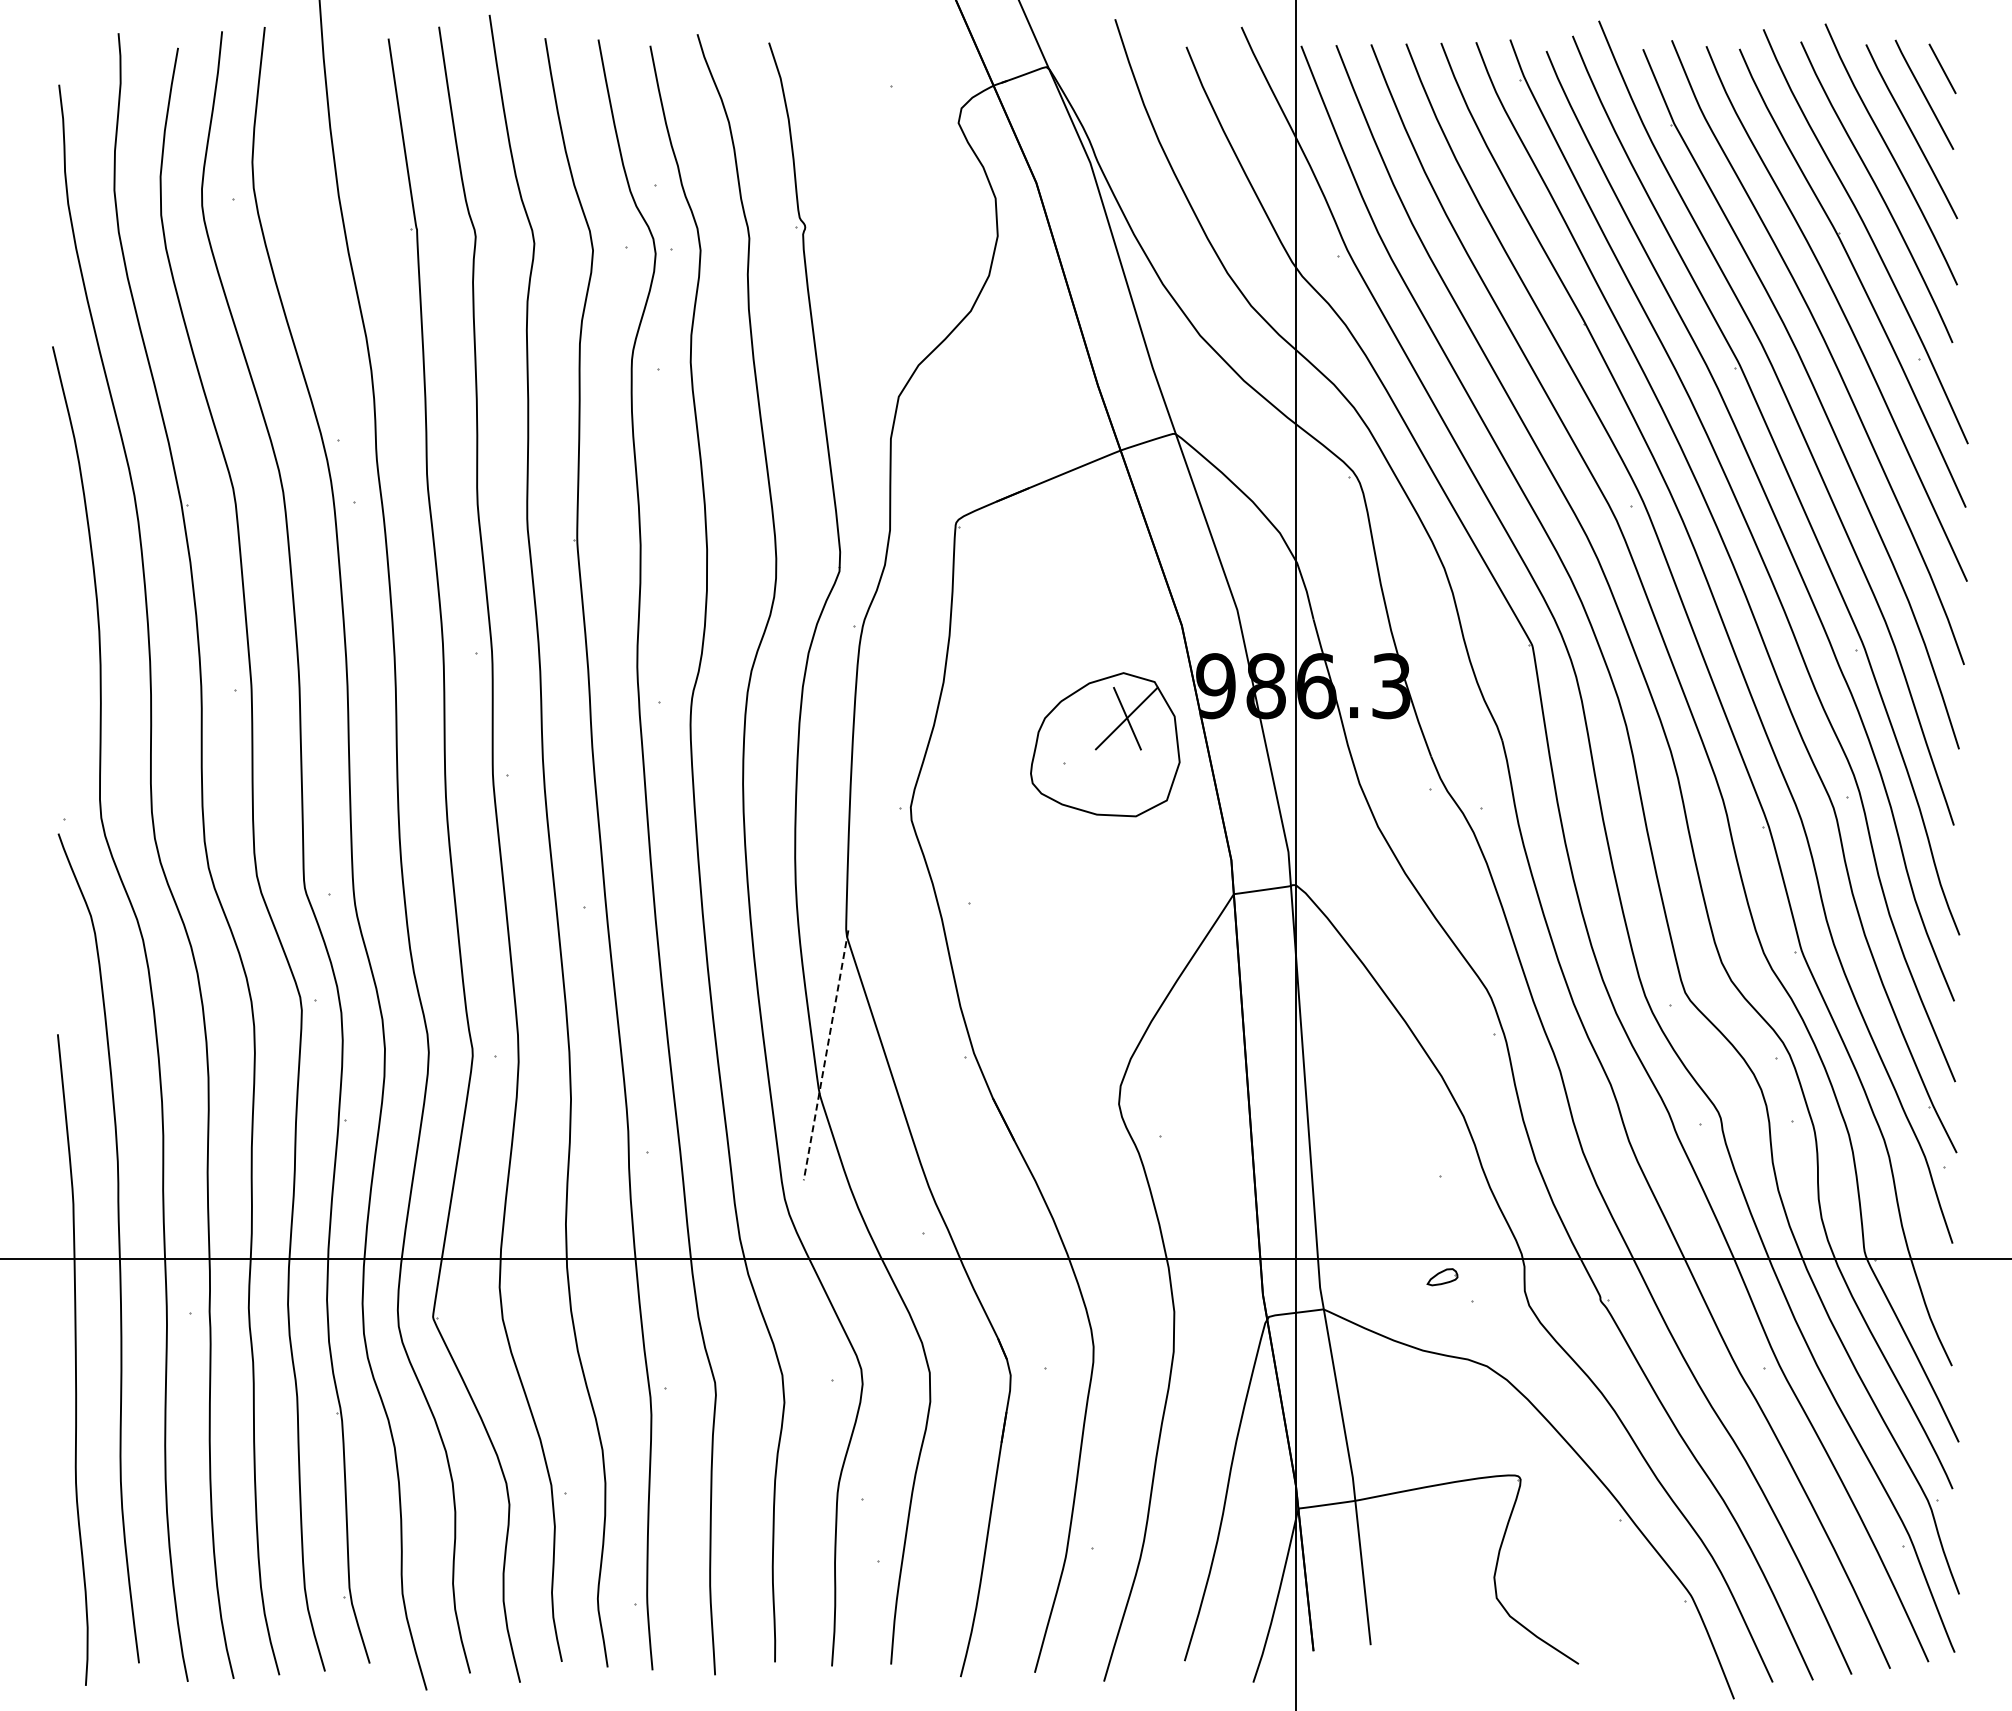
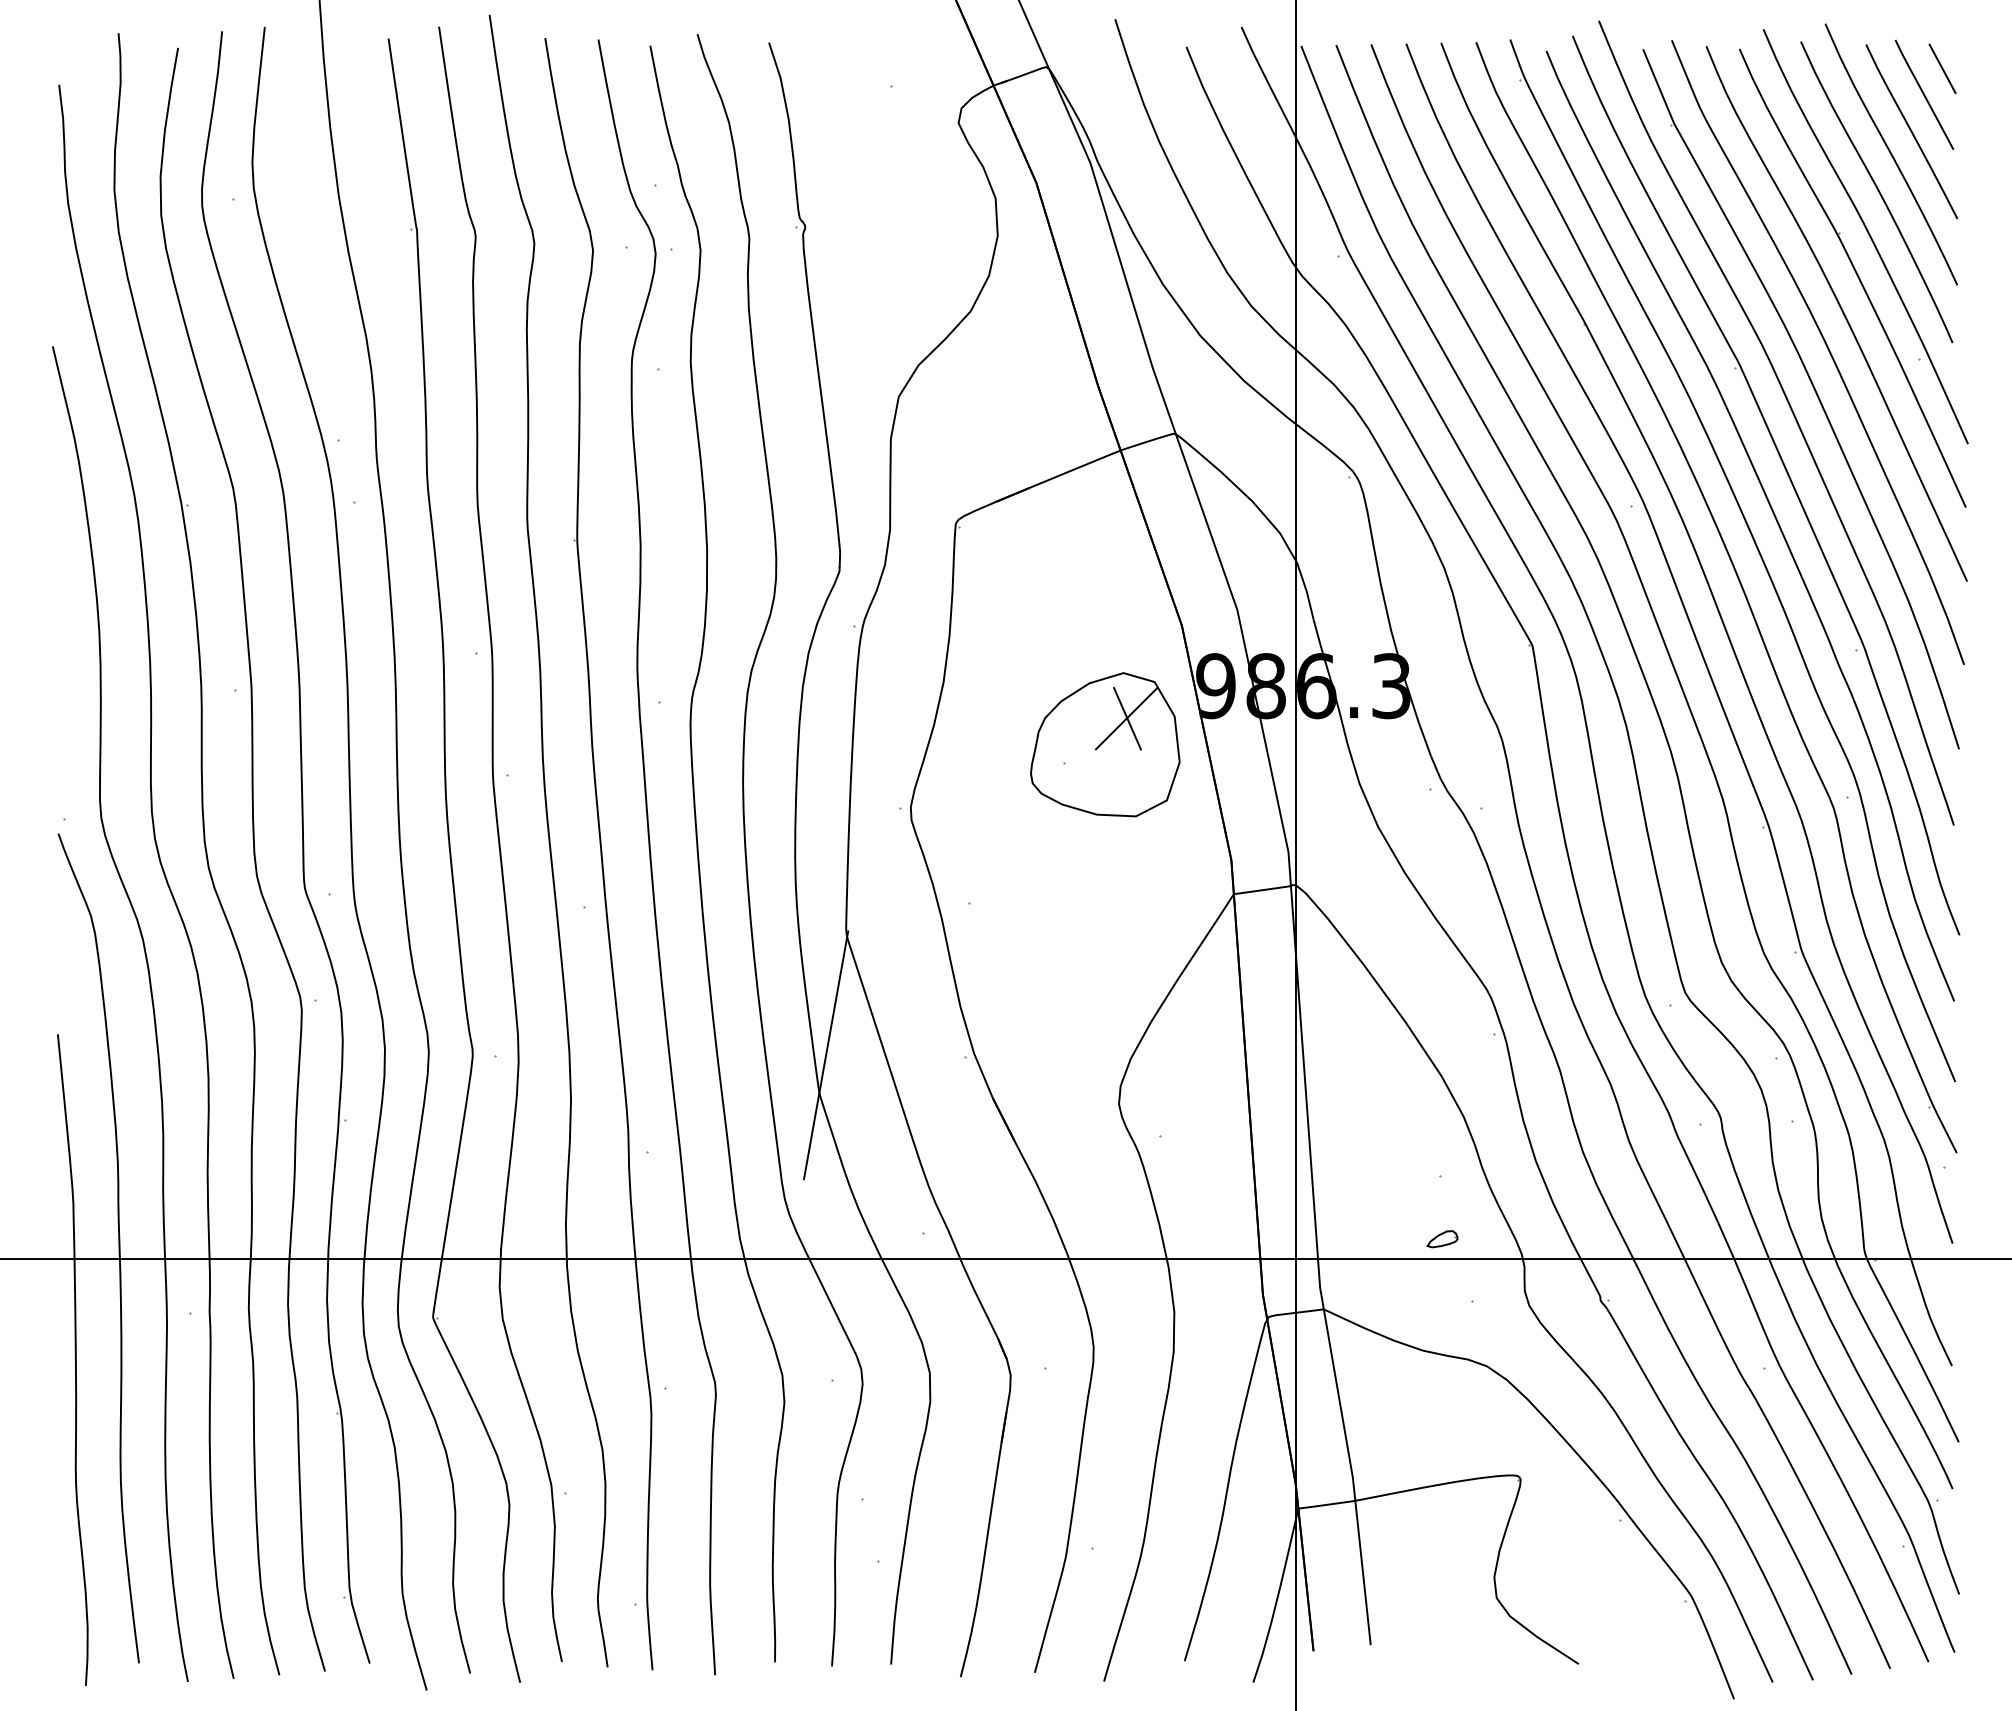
line at (826, 1055): dashed -> solid
part at (1442, 1277) position: (1442, 1277) -> (1442, 1239)
